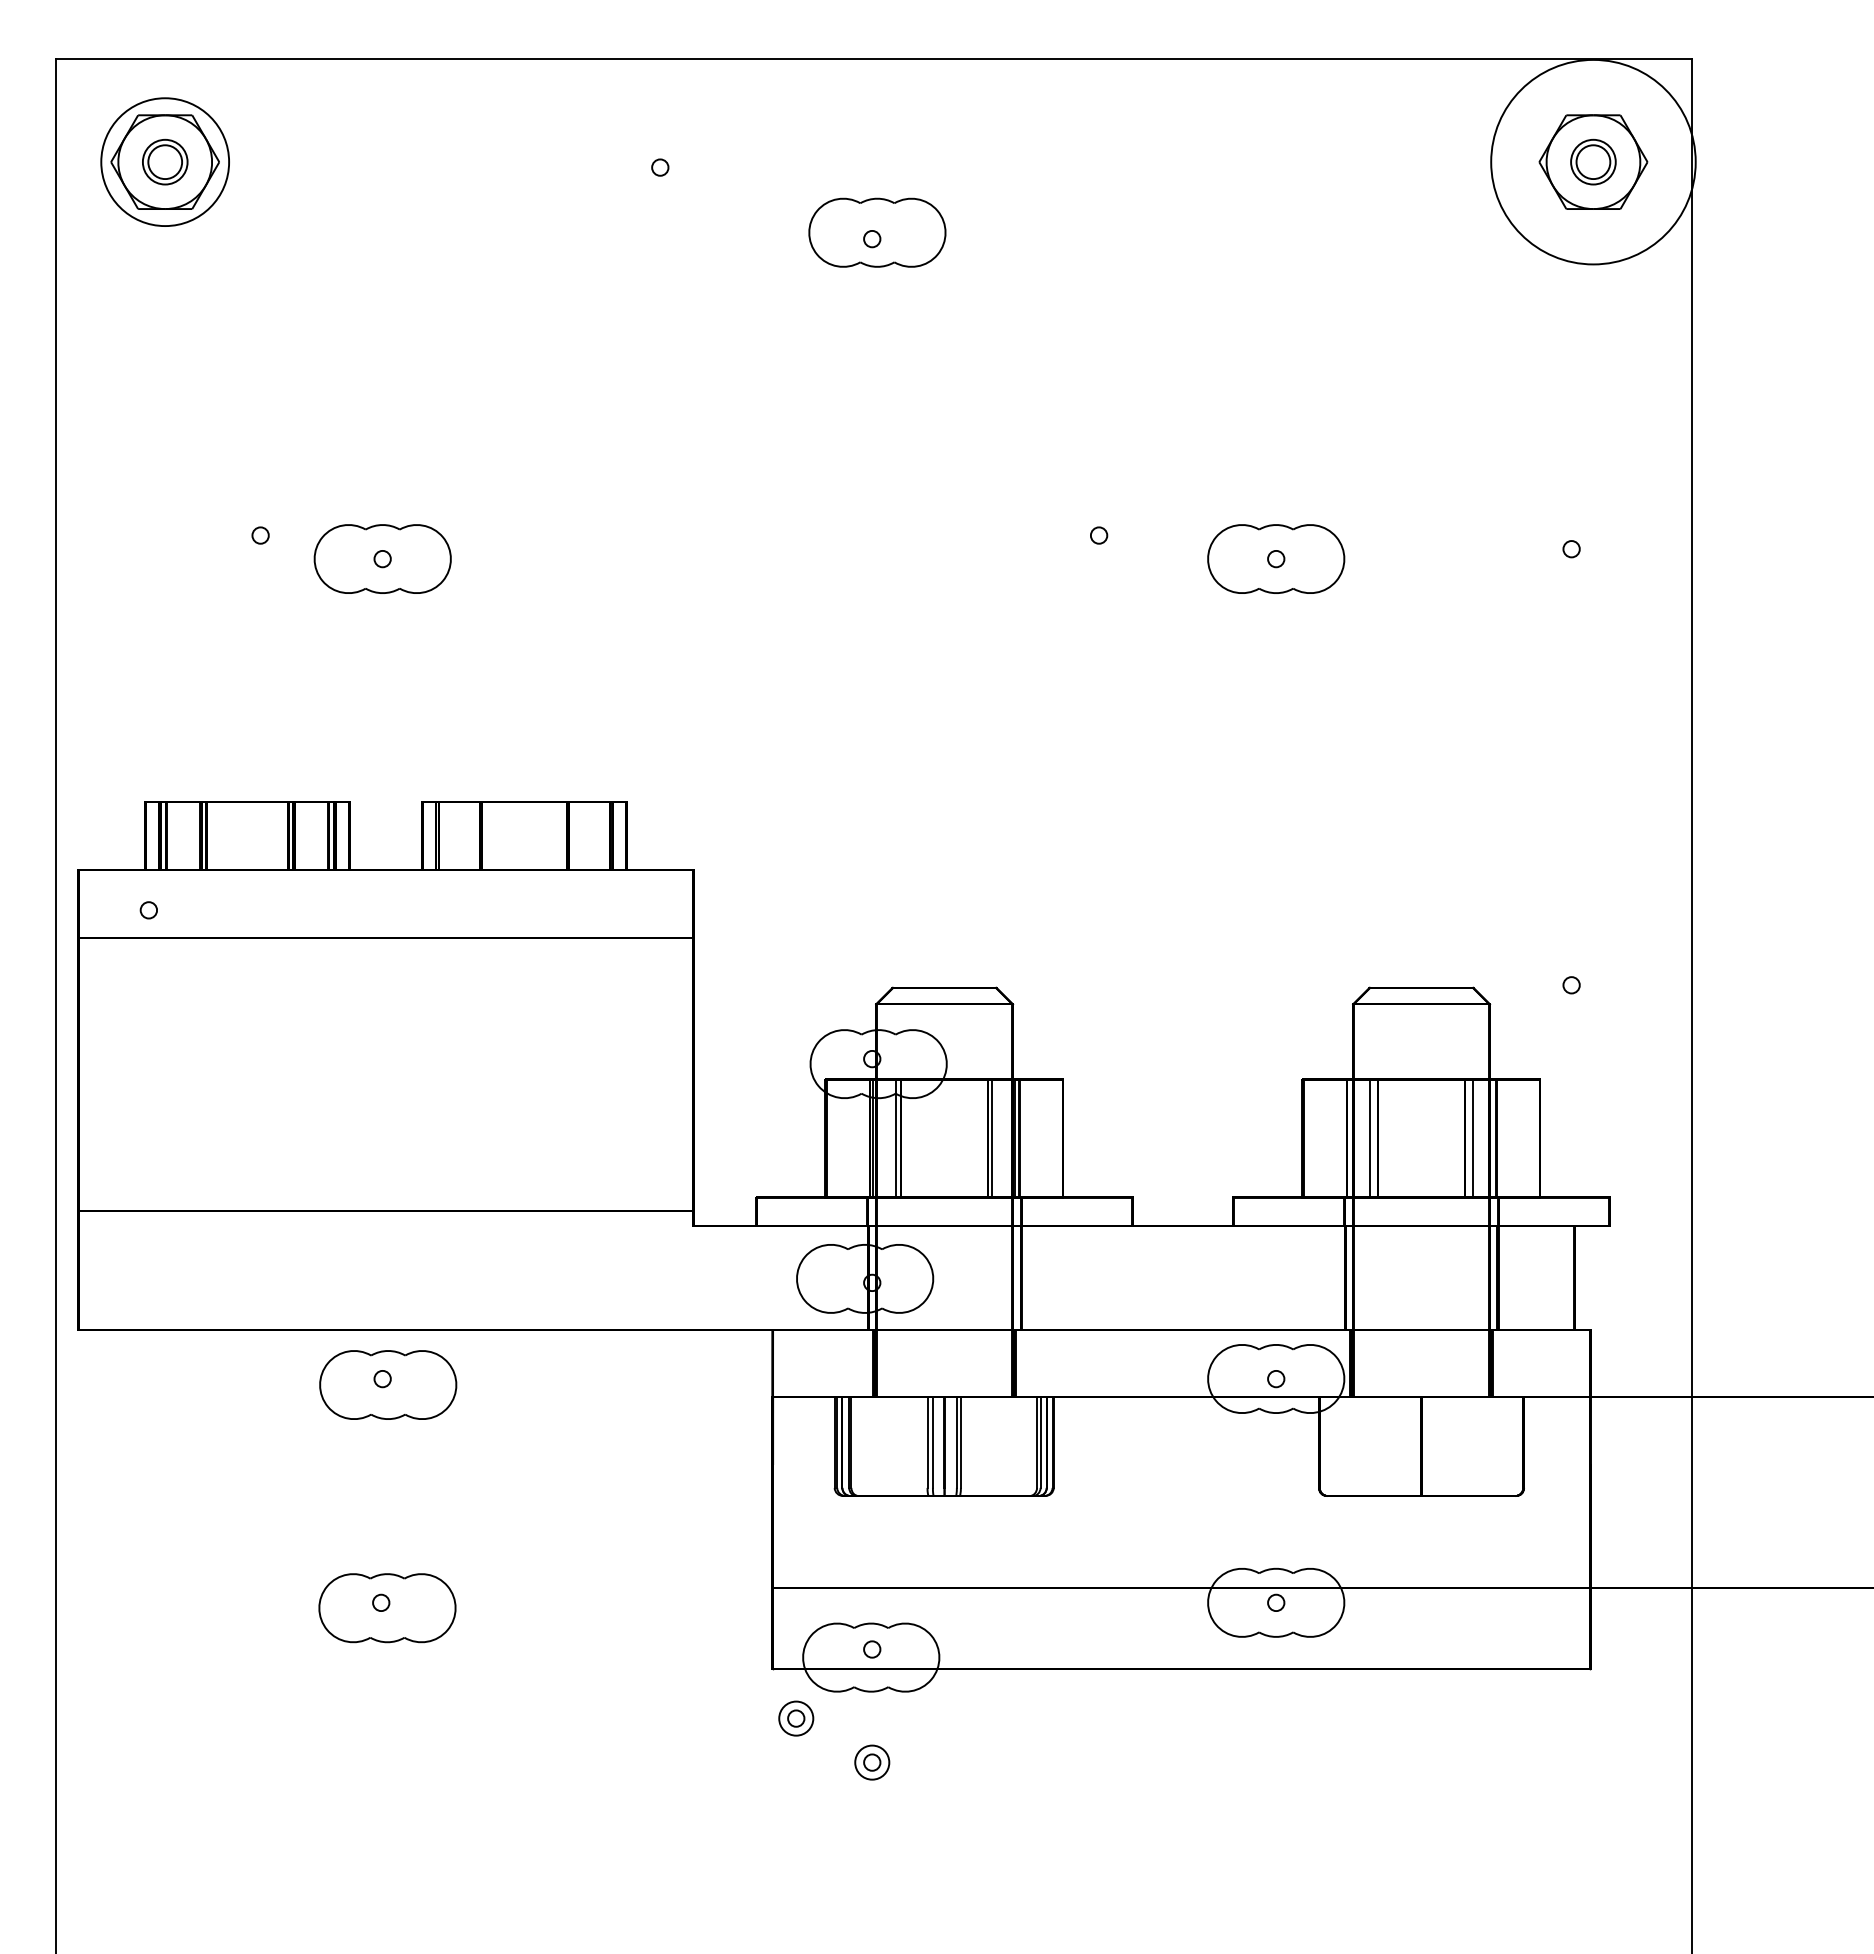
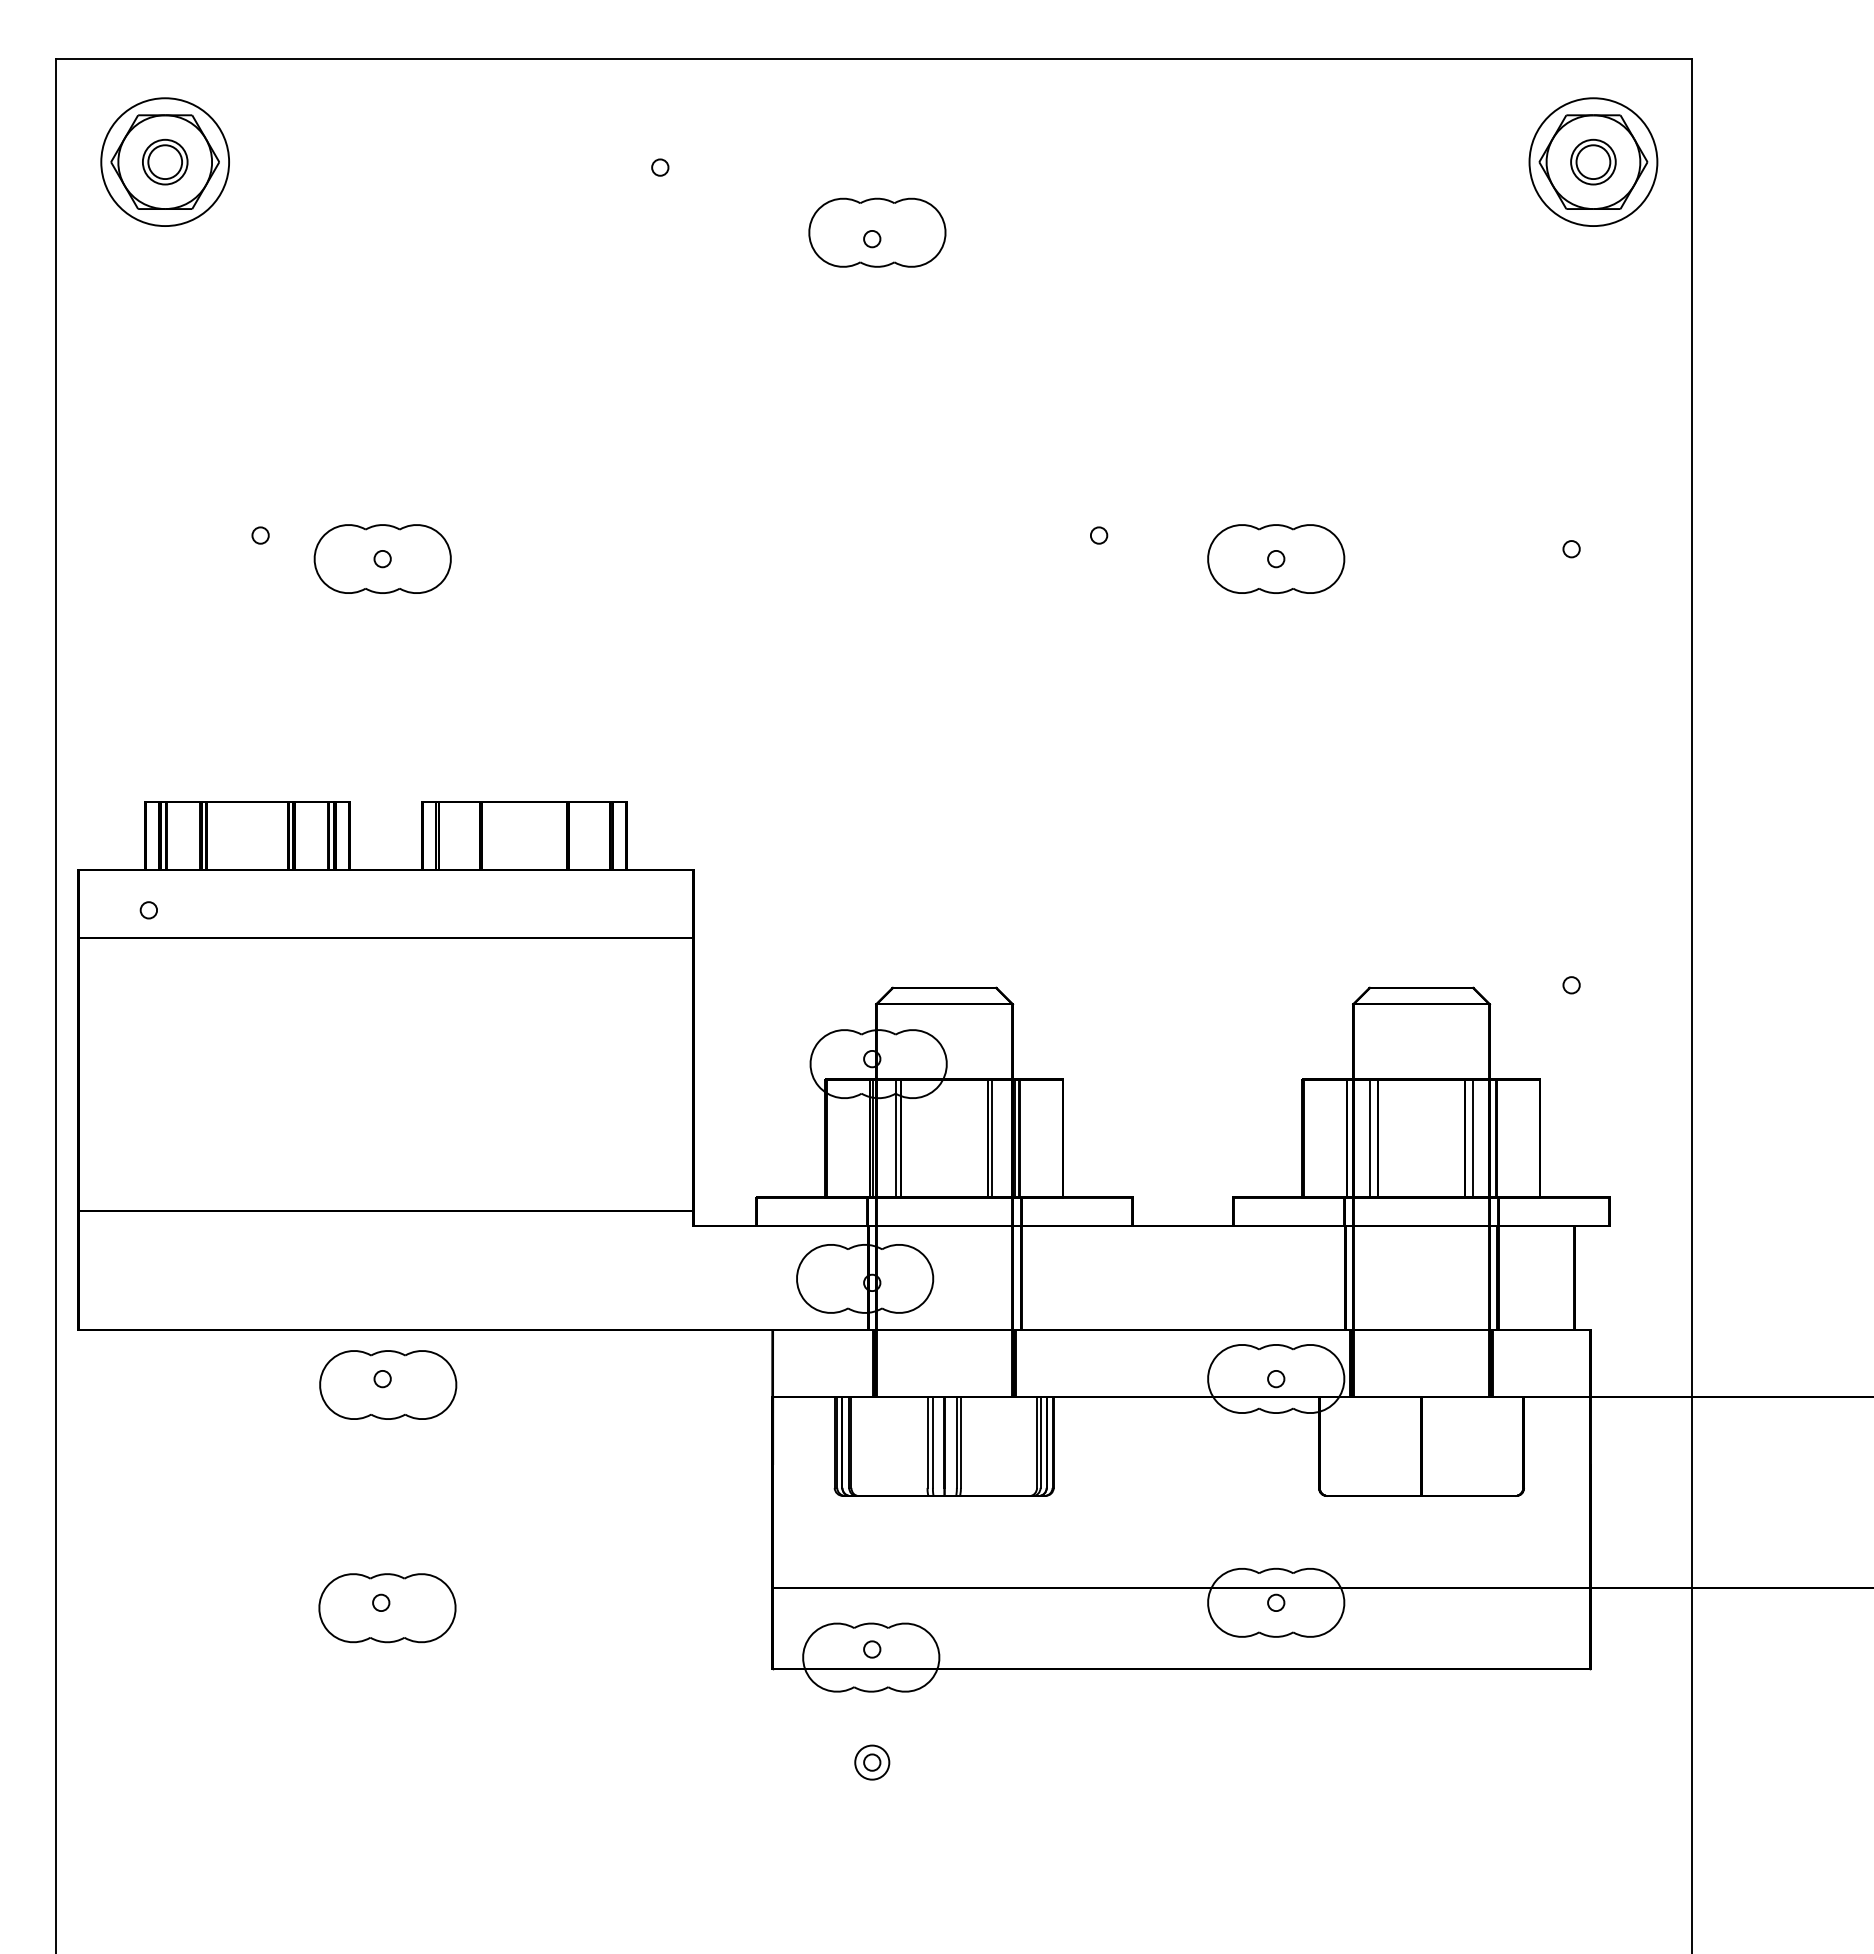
circle at (1593, 161) diameter: 205 px -> 128 px
part at (796, 1718): present -> none
